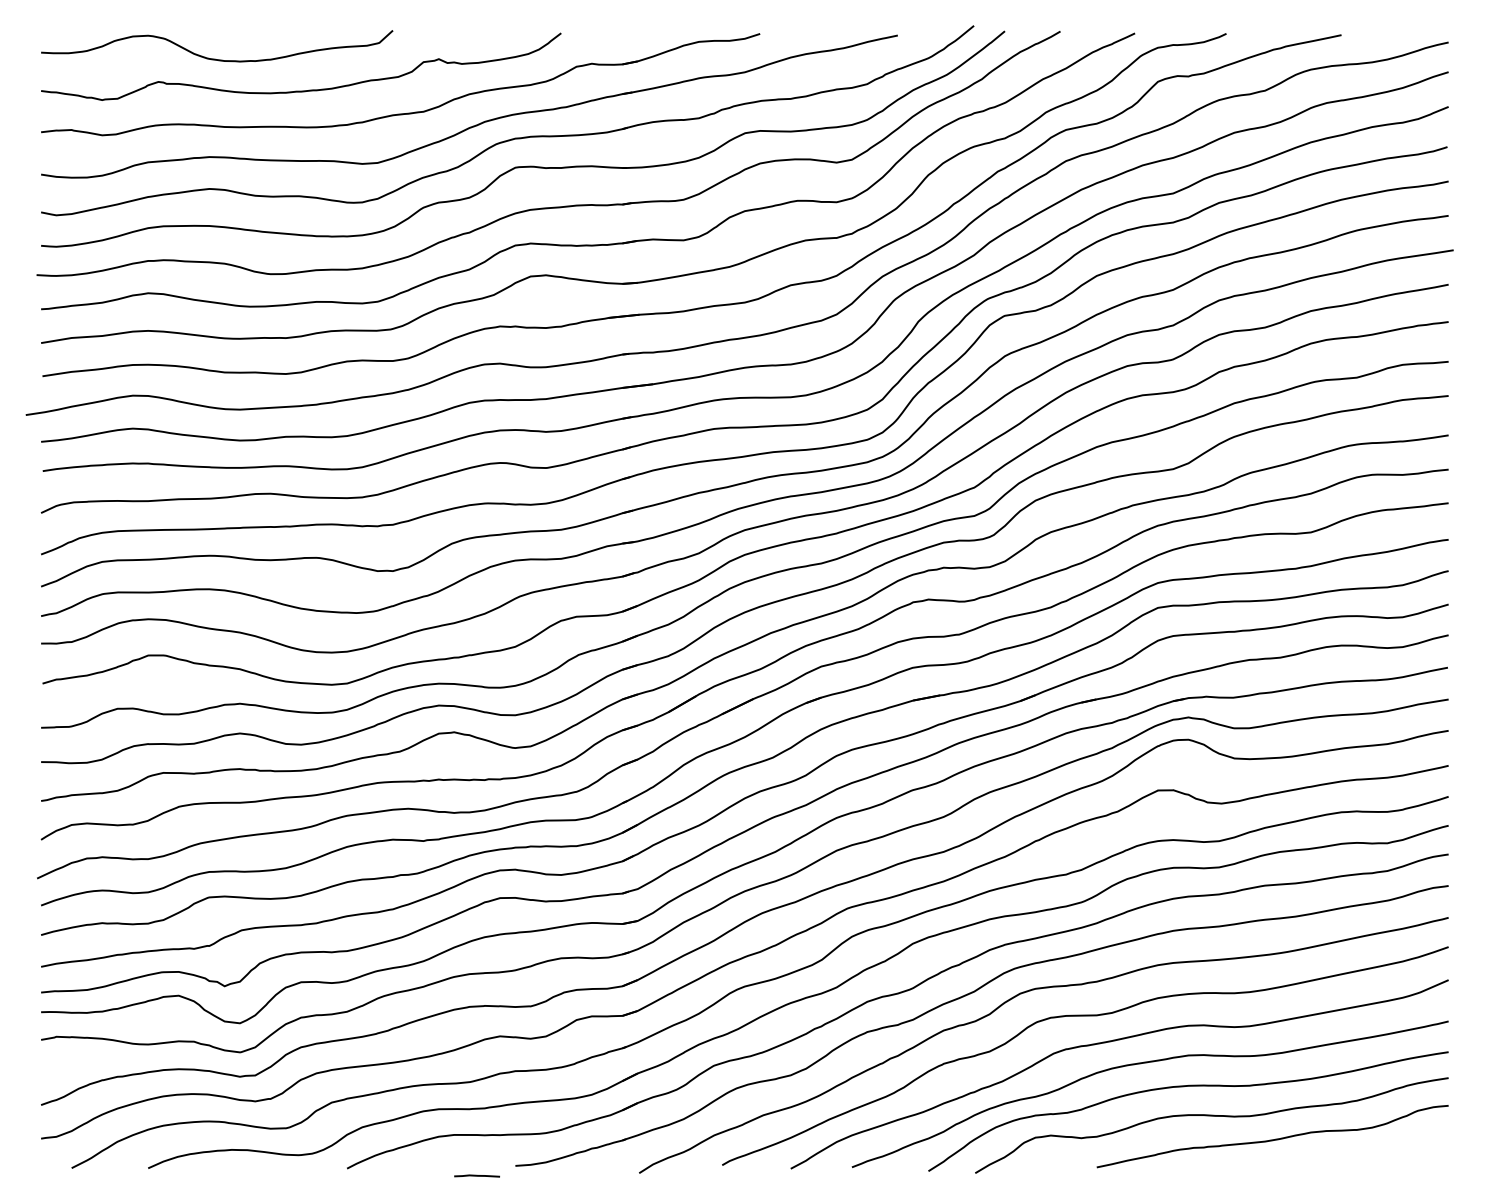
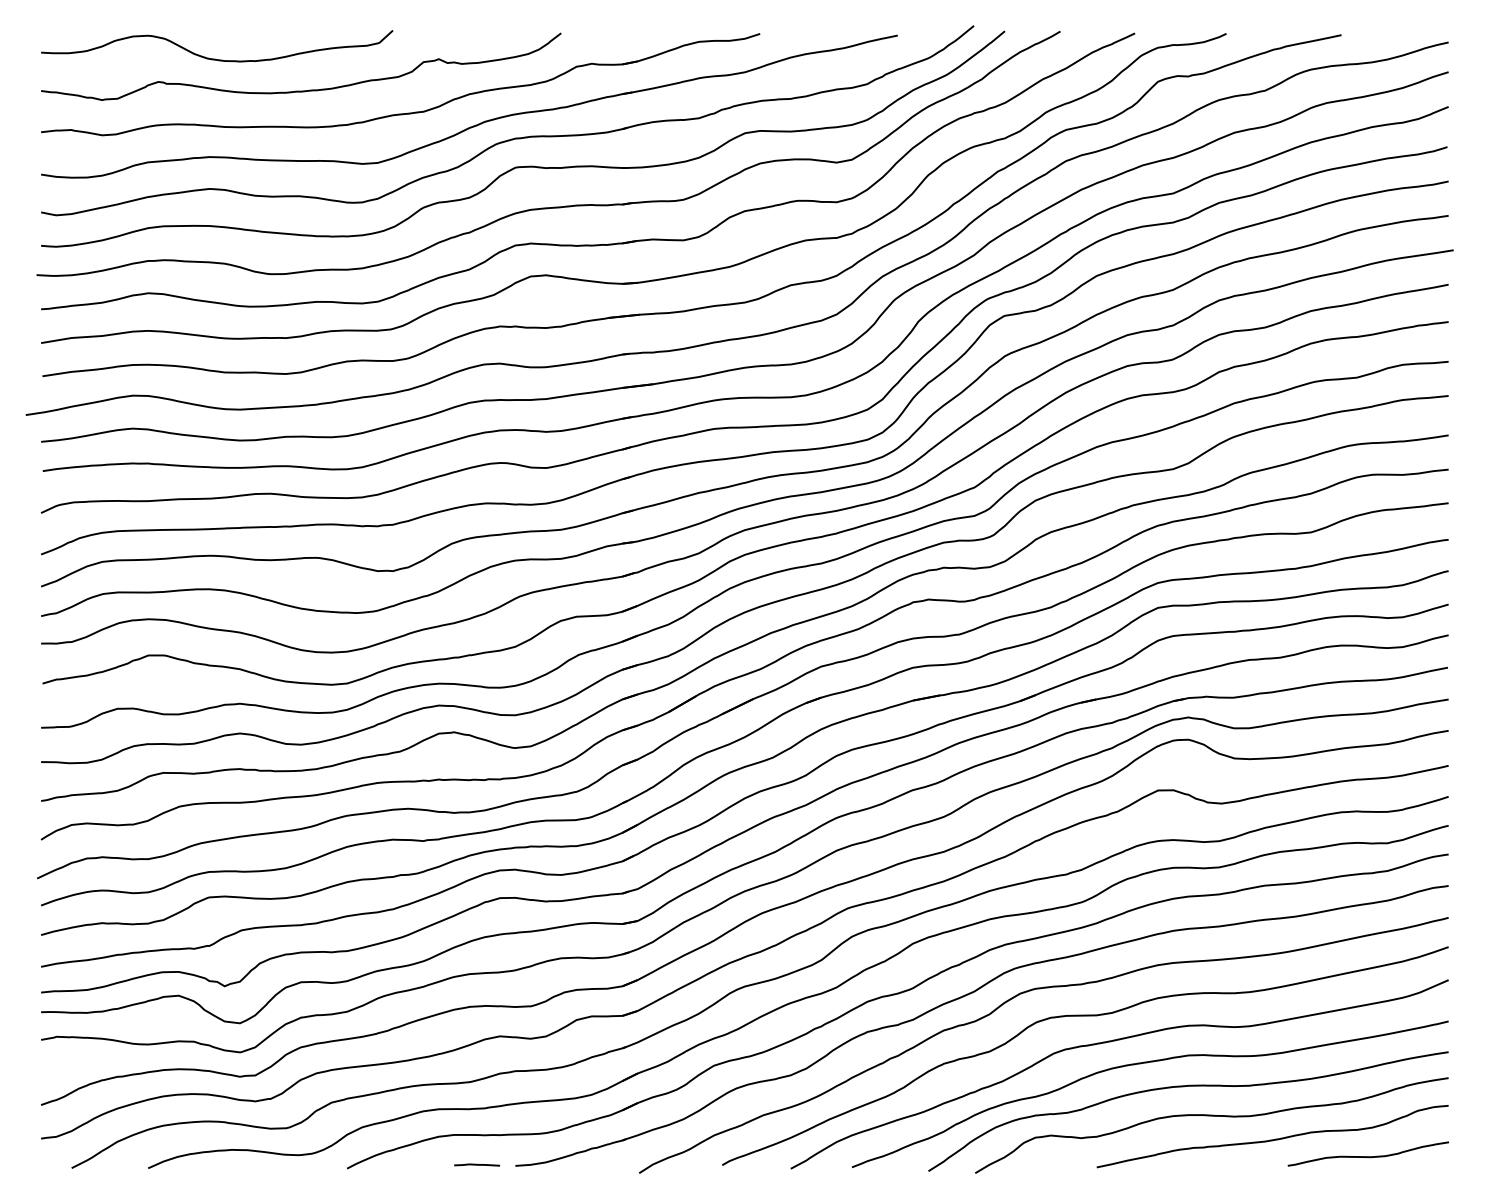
curve at (1367, 1156): none -> present
line at (476, 1175) position: (476, 1175) -> (476, 1164)
